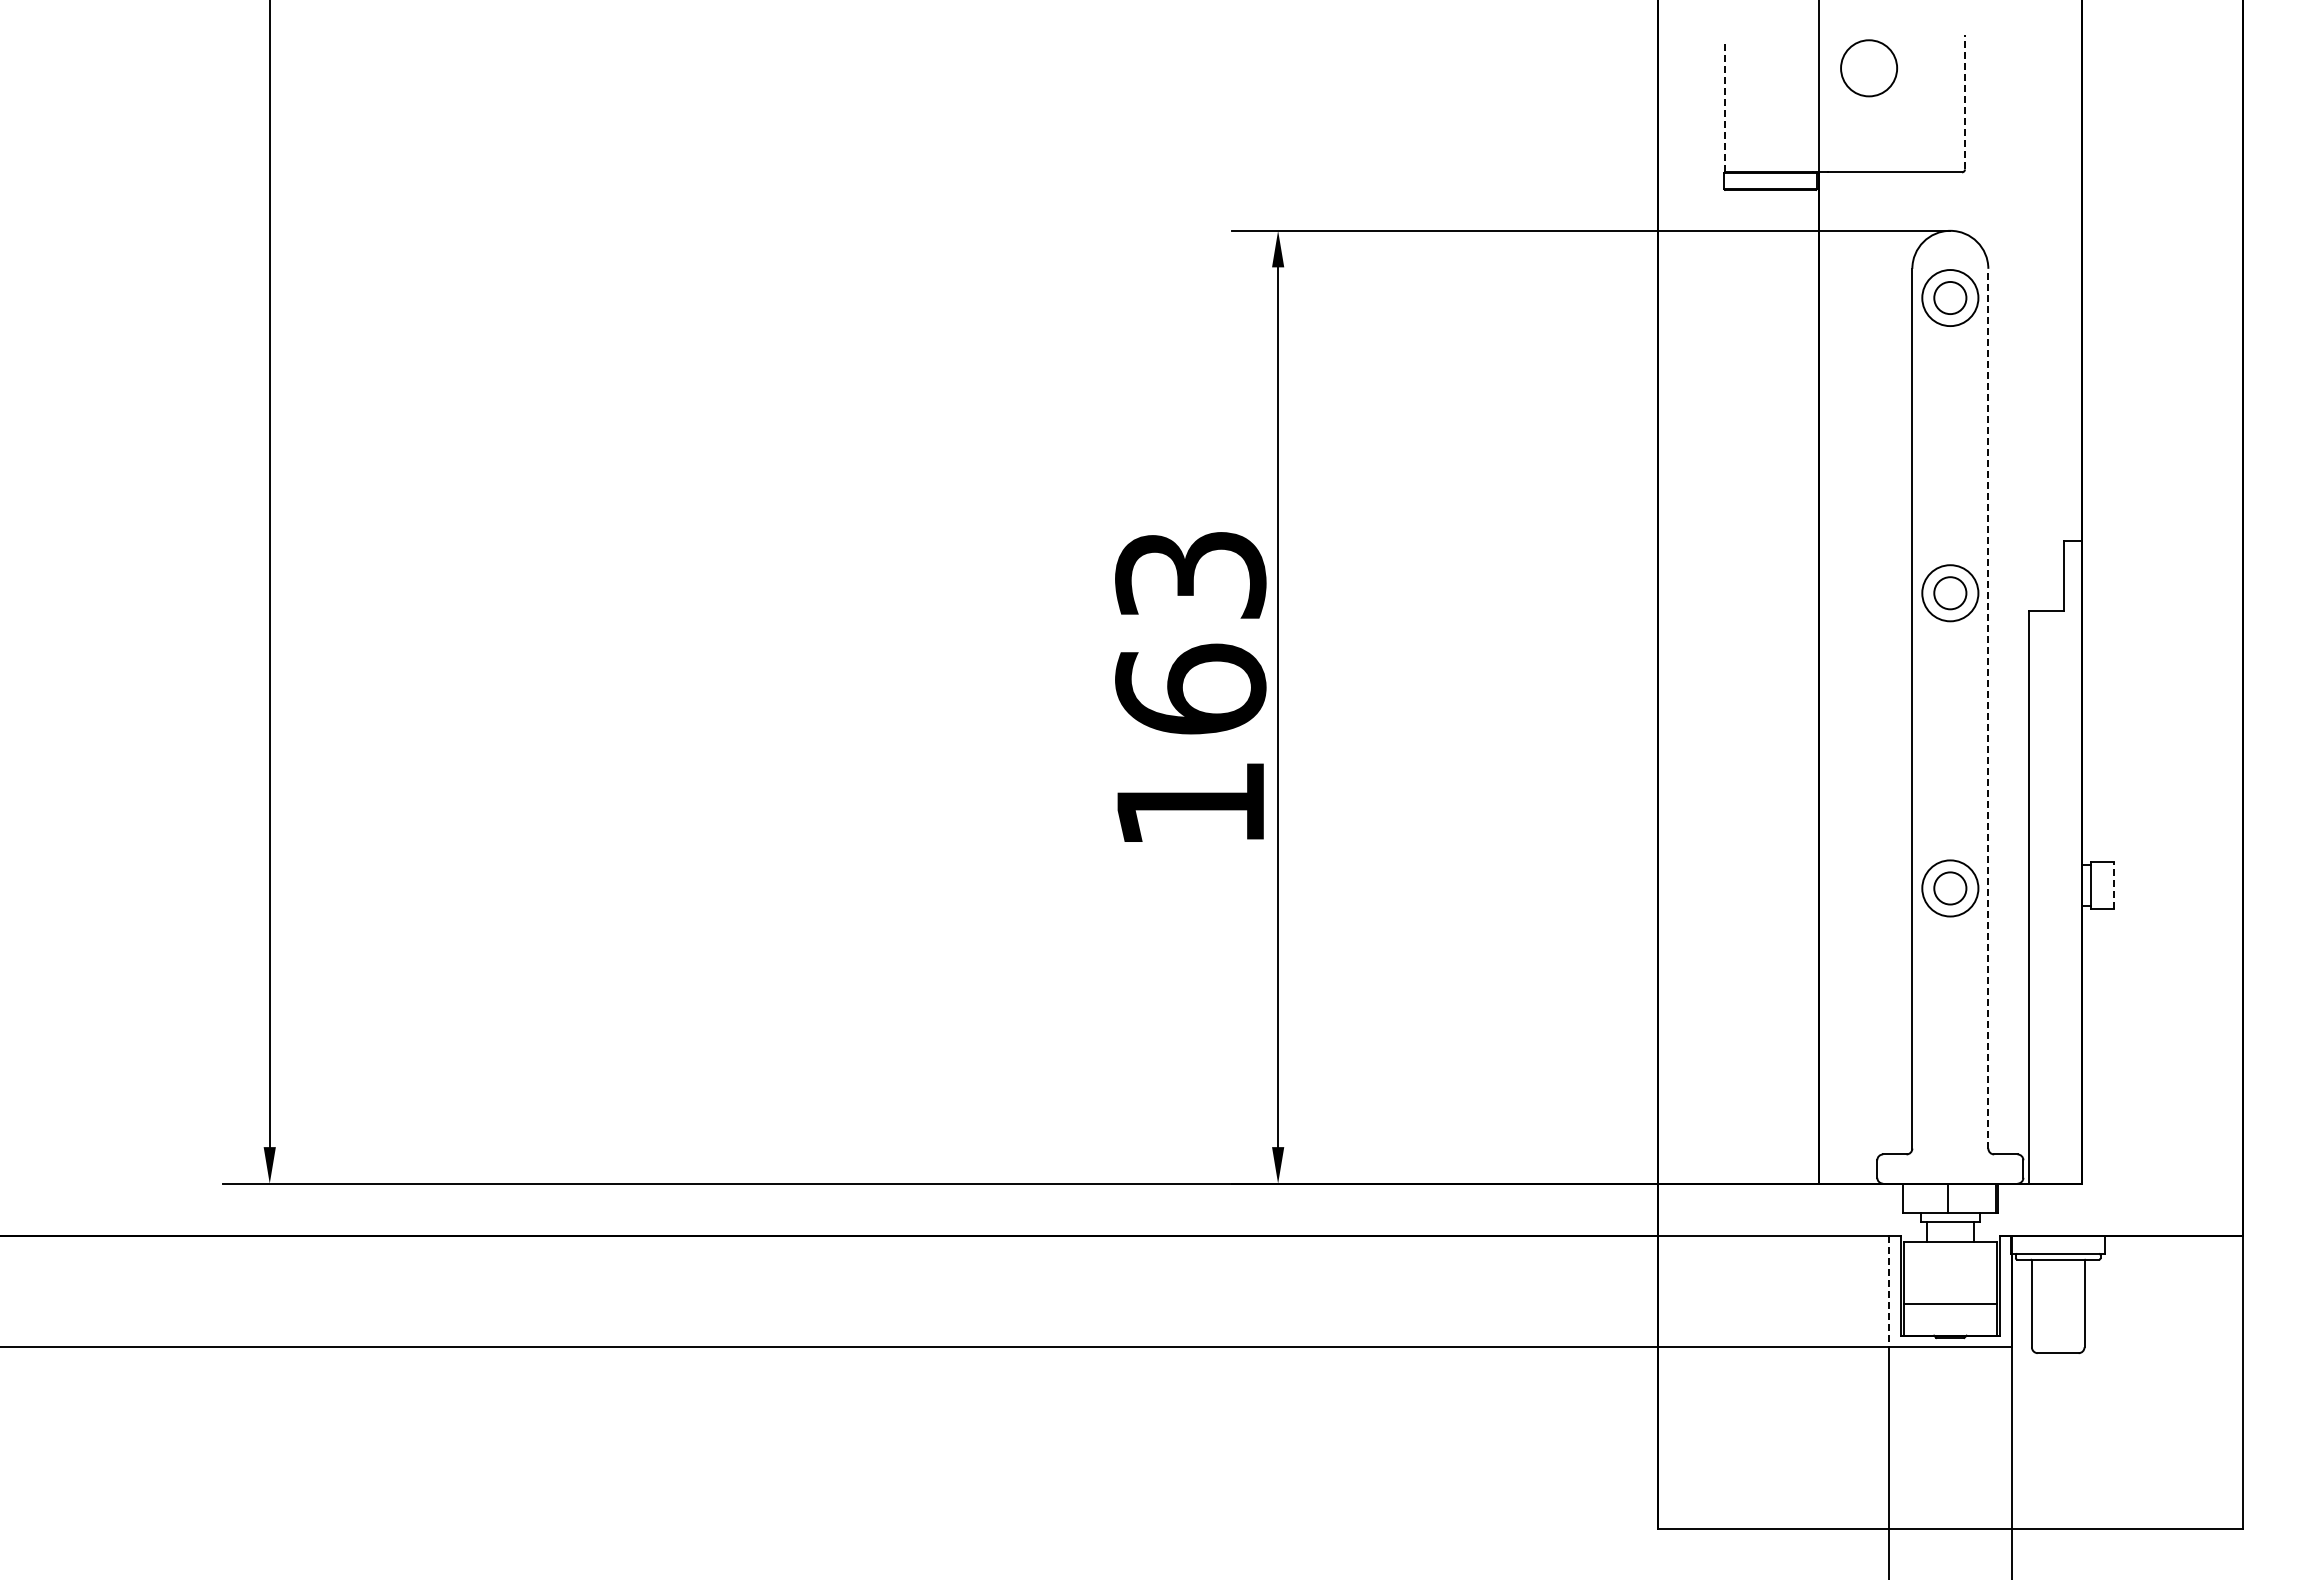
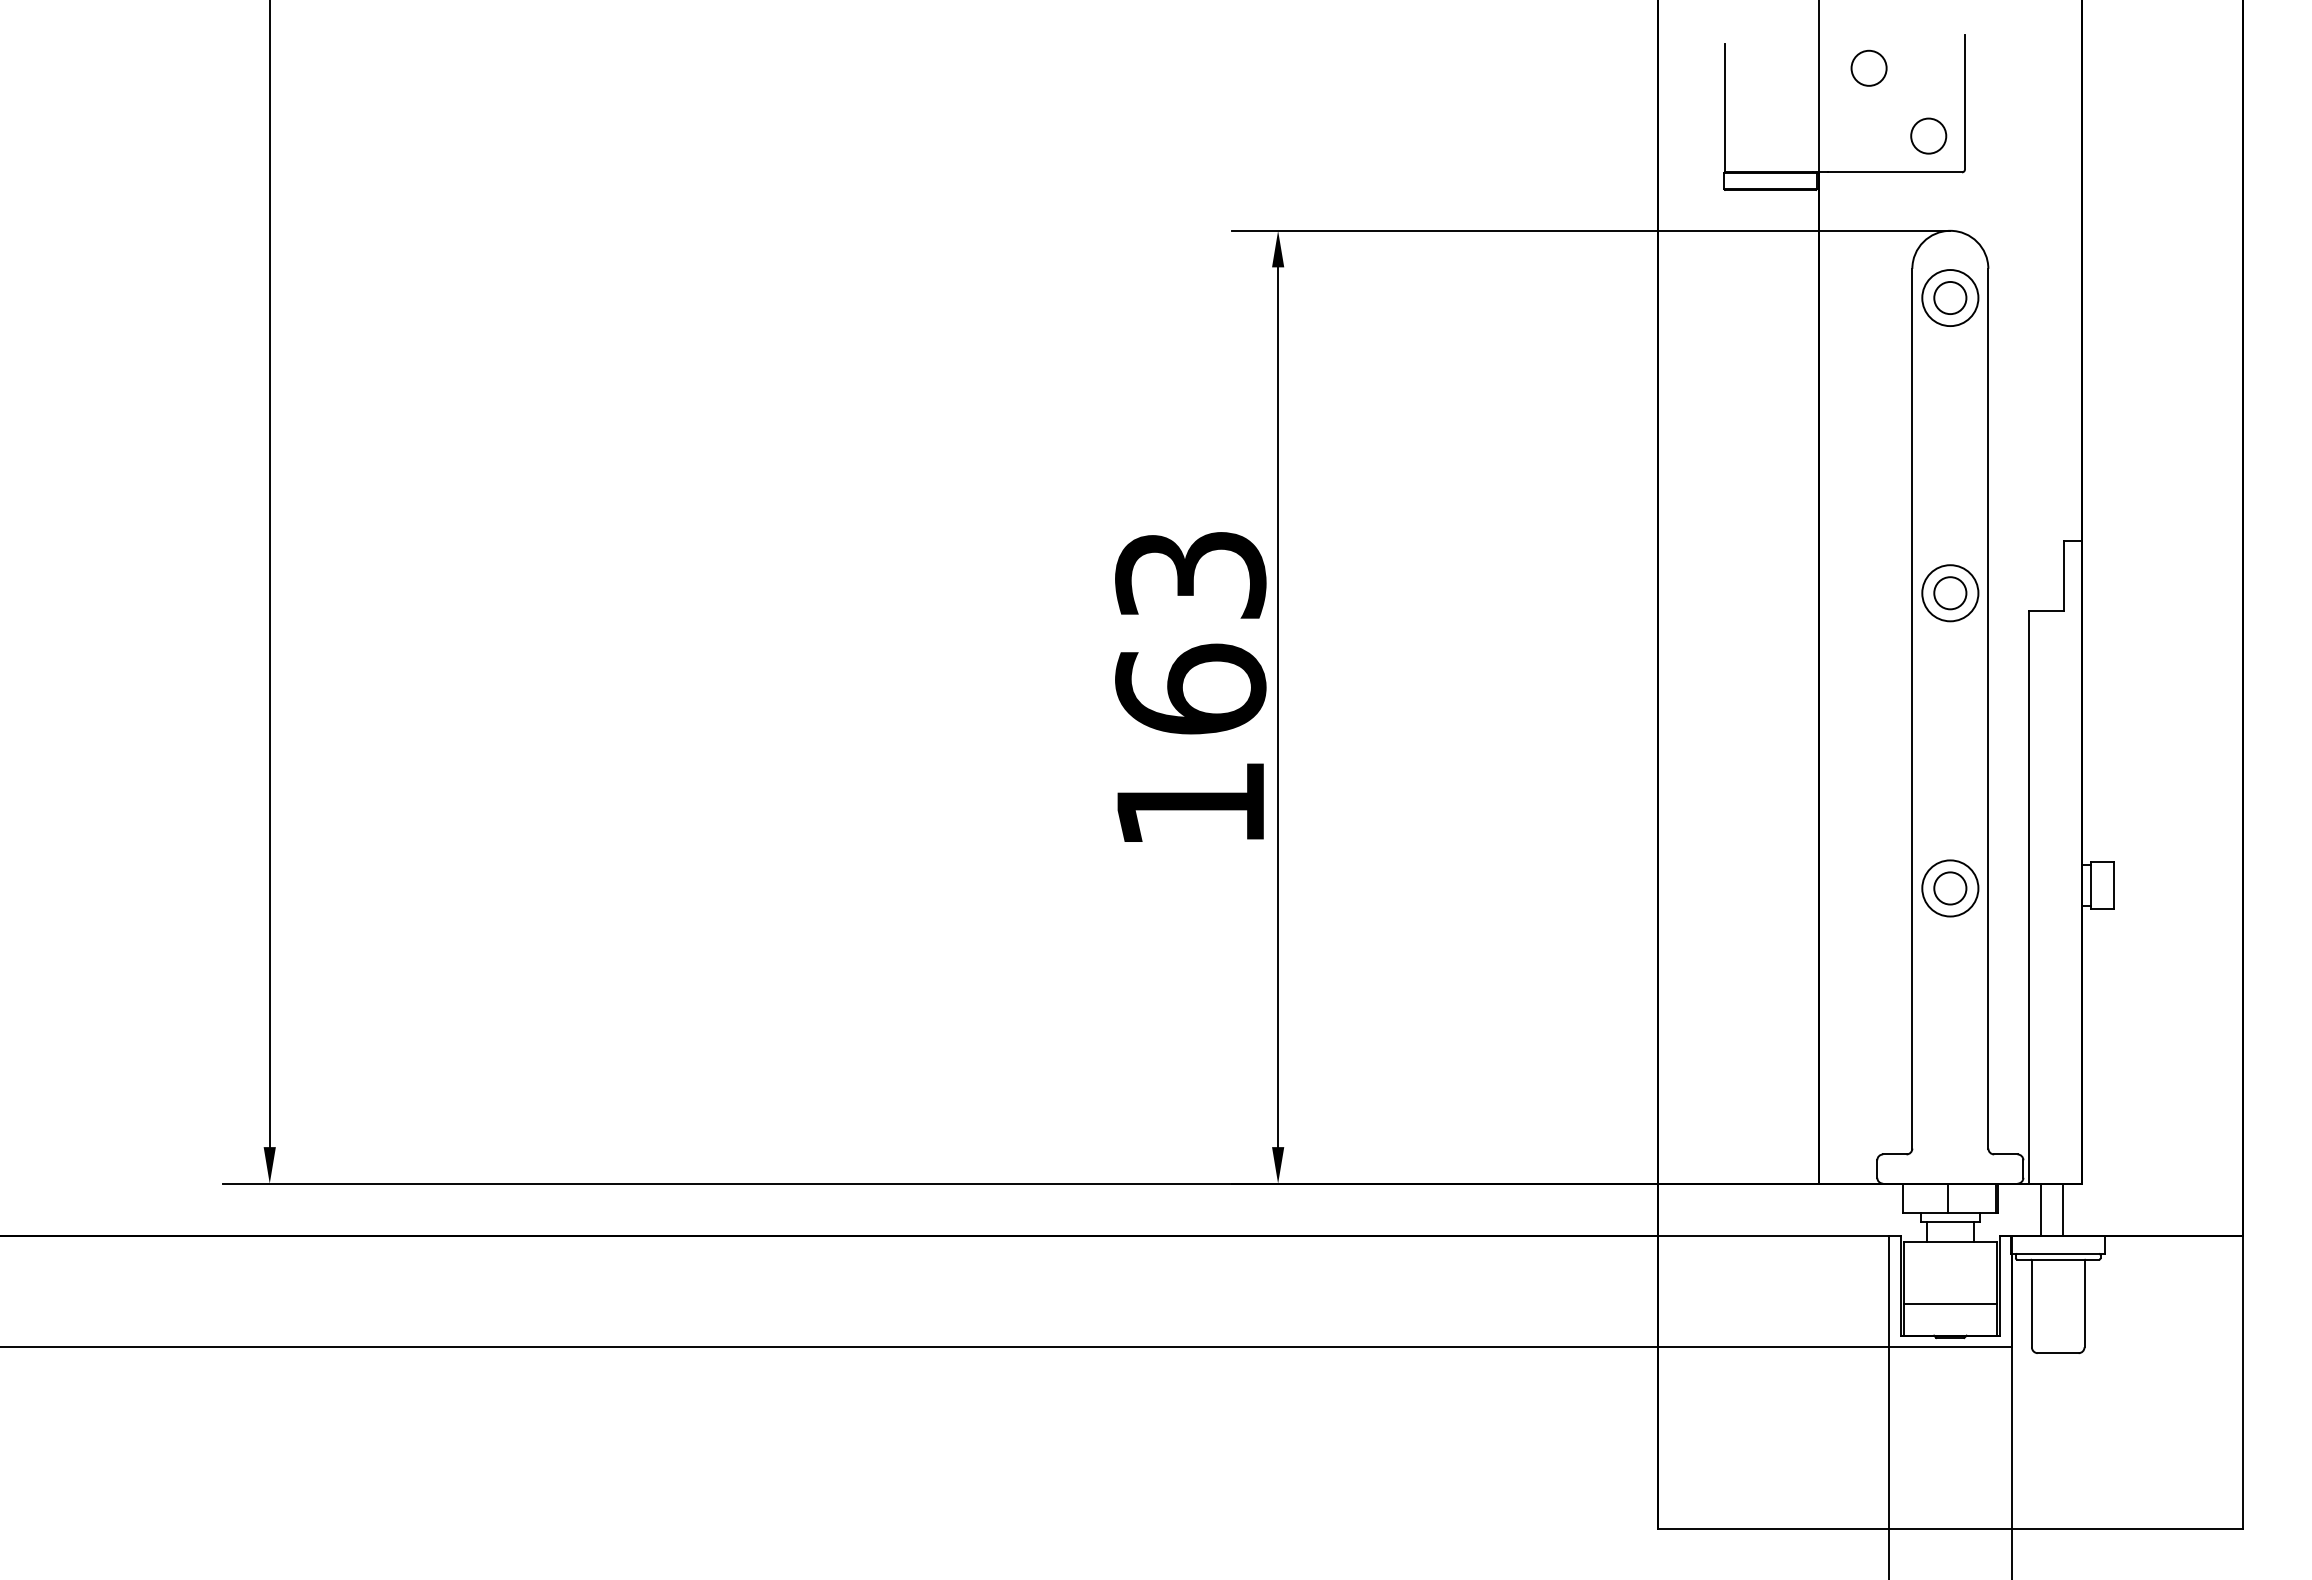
circle at (1869, 68) diameter: 56 px -> 35 px
line at (1964, 101): dashed -> solid
line at (1725, 108): dashed -> solid
circle at (1928, 135): none -> present
line at (1988, 708): dashed -> solid
line at (2114, 884): dashed -> solid
line at (2040, 1209): none -> present
line at (2063, 1209): none -> present
line at (1888, 1291): dashed -> solid
